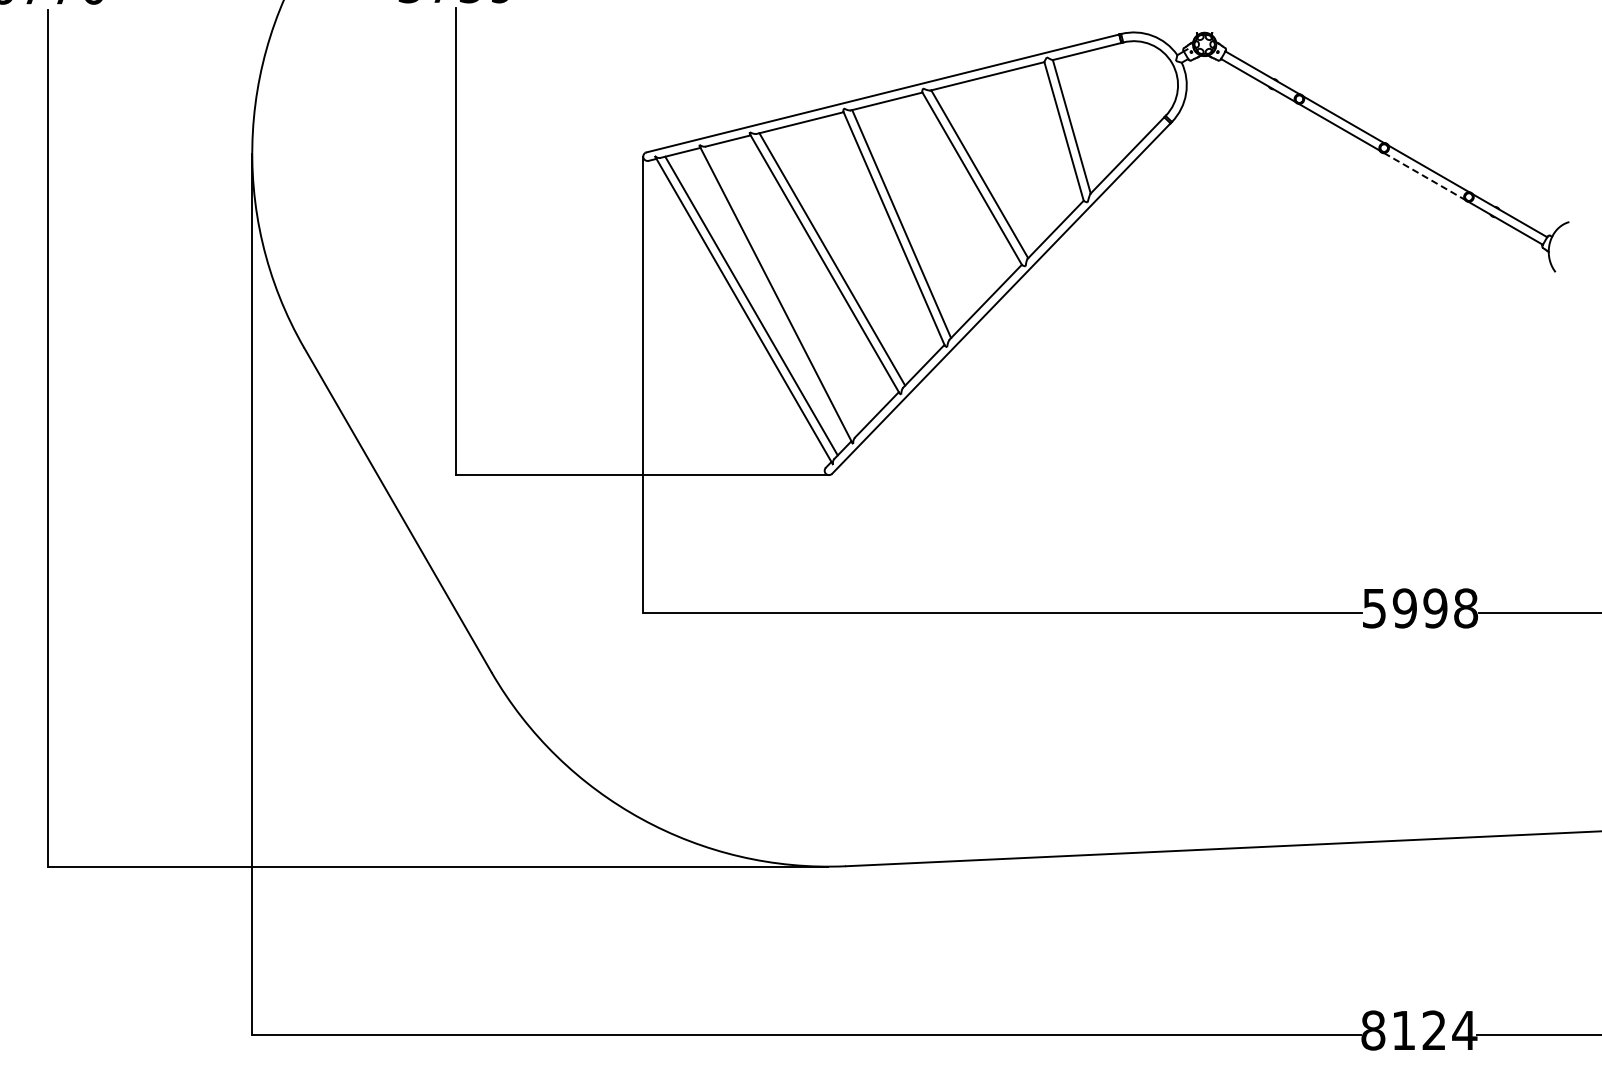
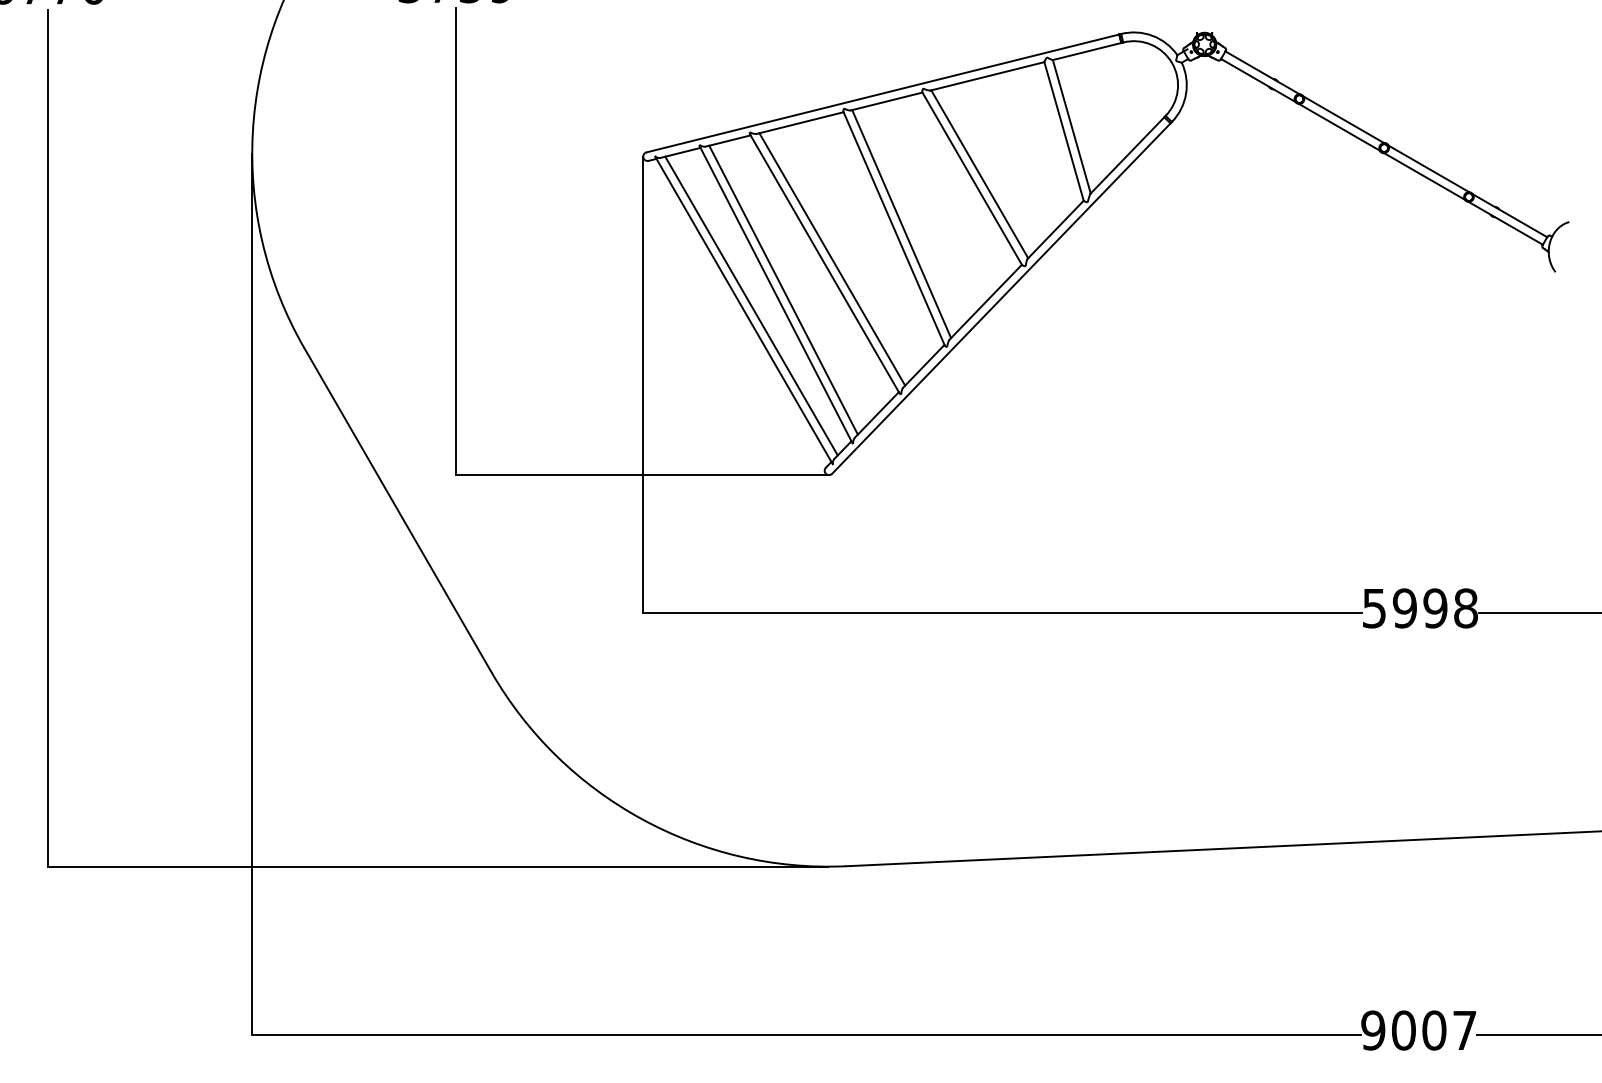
line at (1424, 176): dashed -> solid
line at (783, 289): none -> present
text at (1419, 1030): 8124 -> 9007
